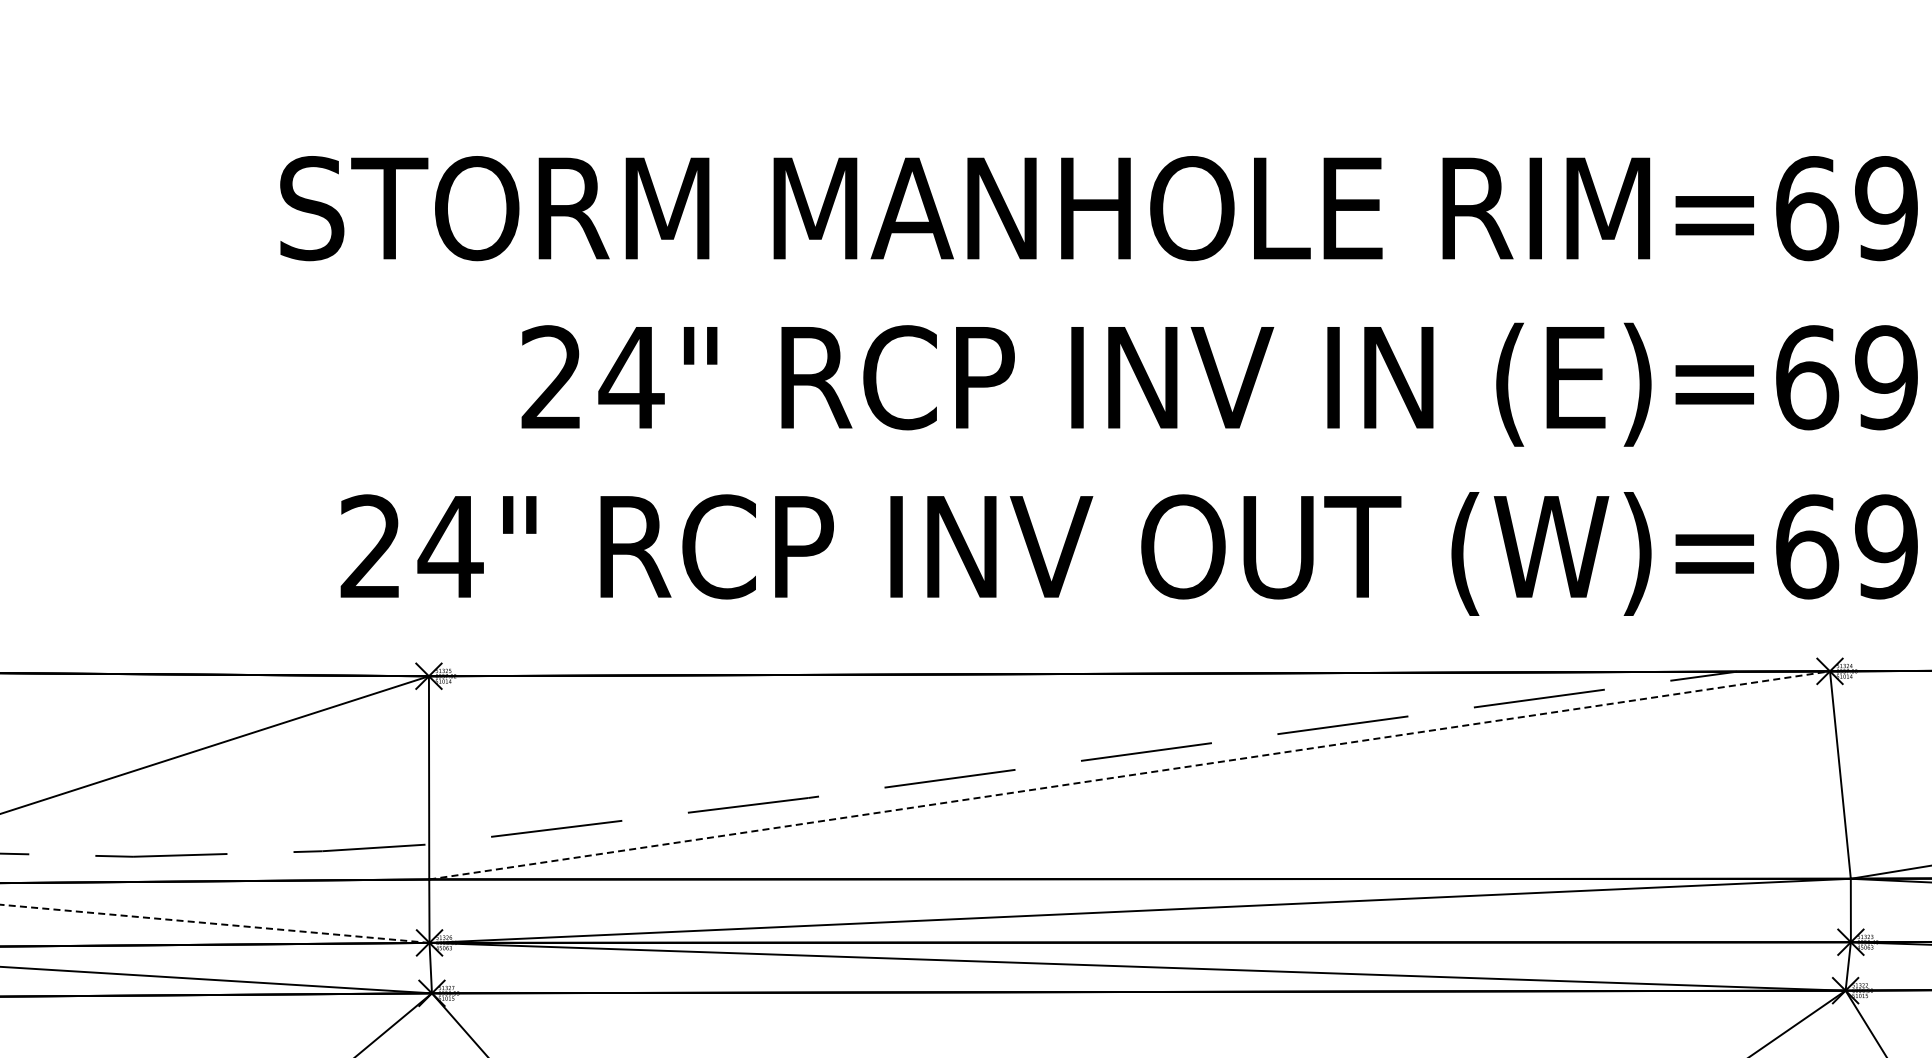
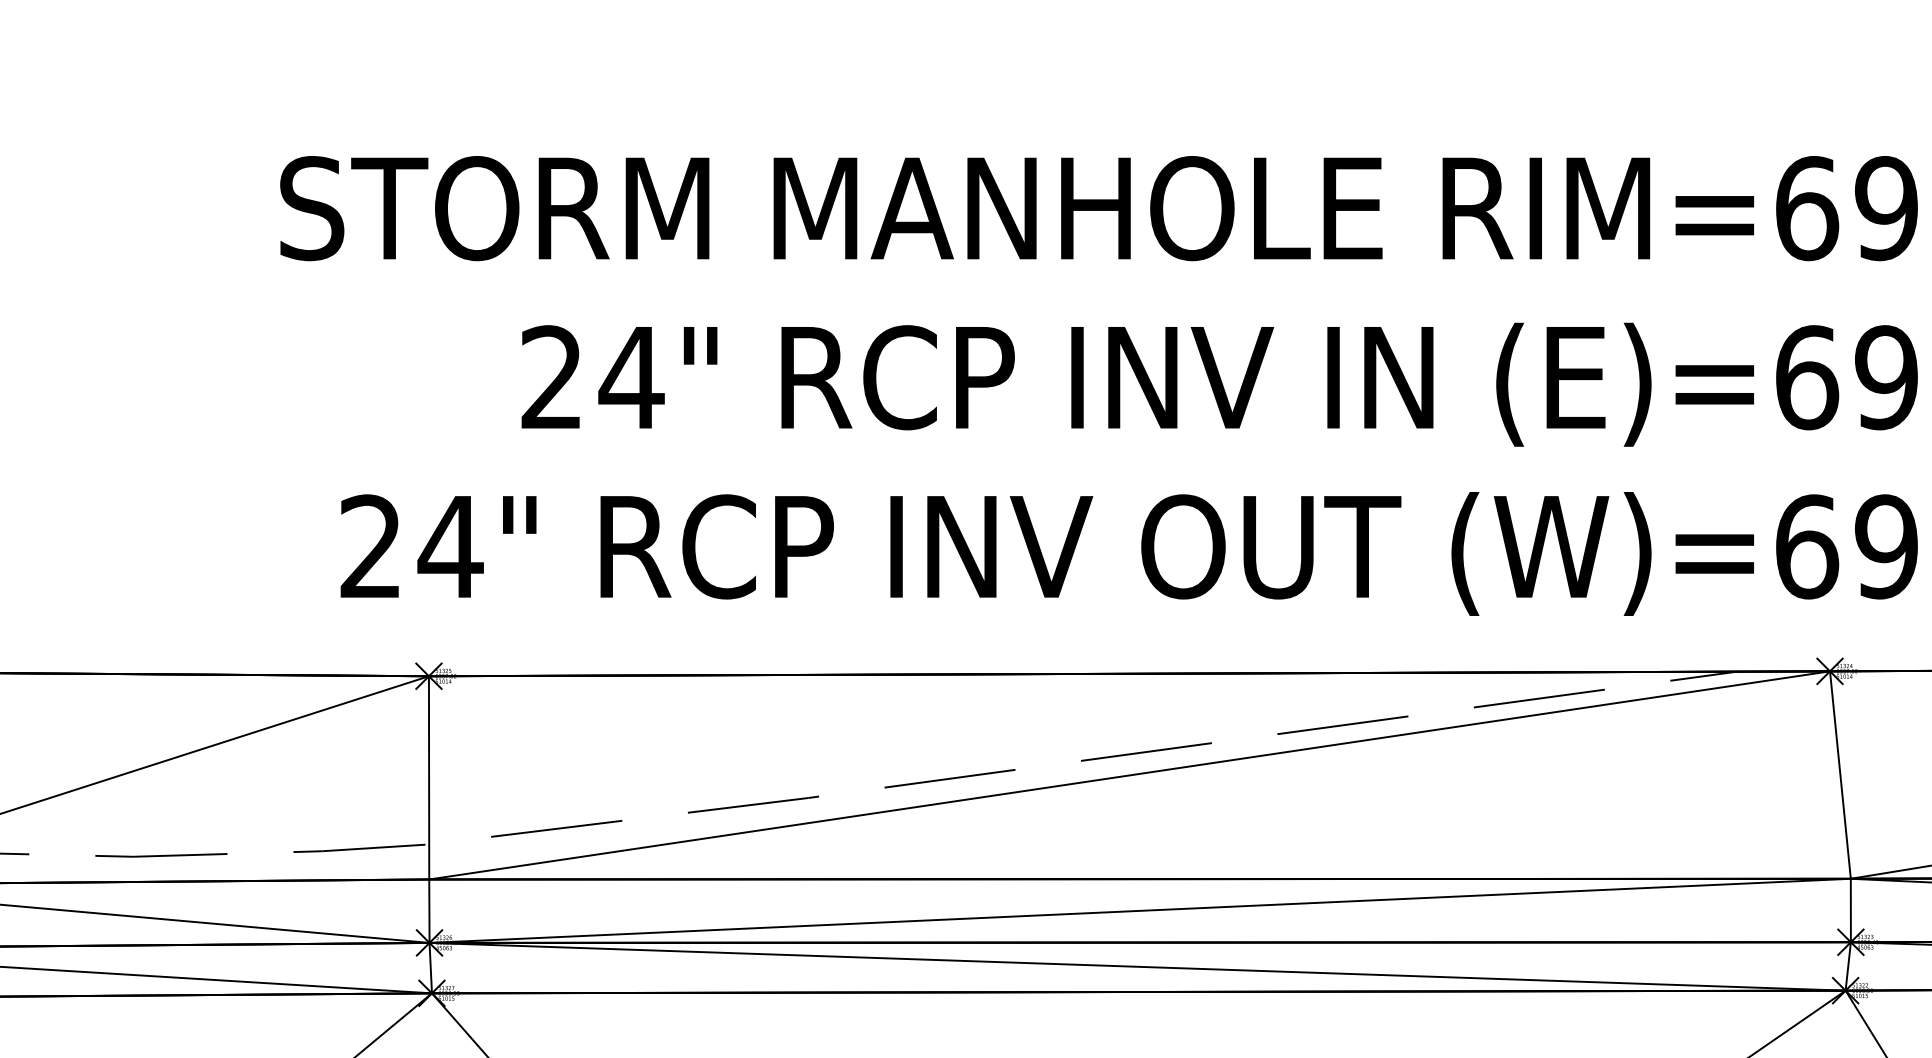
line at (1130, 775): dashed -> solid
line at (214, 923): dashed -> solid
